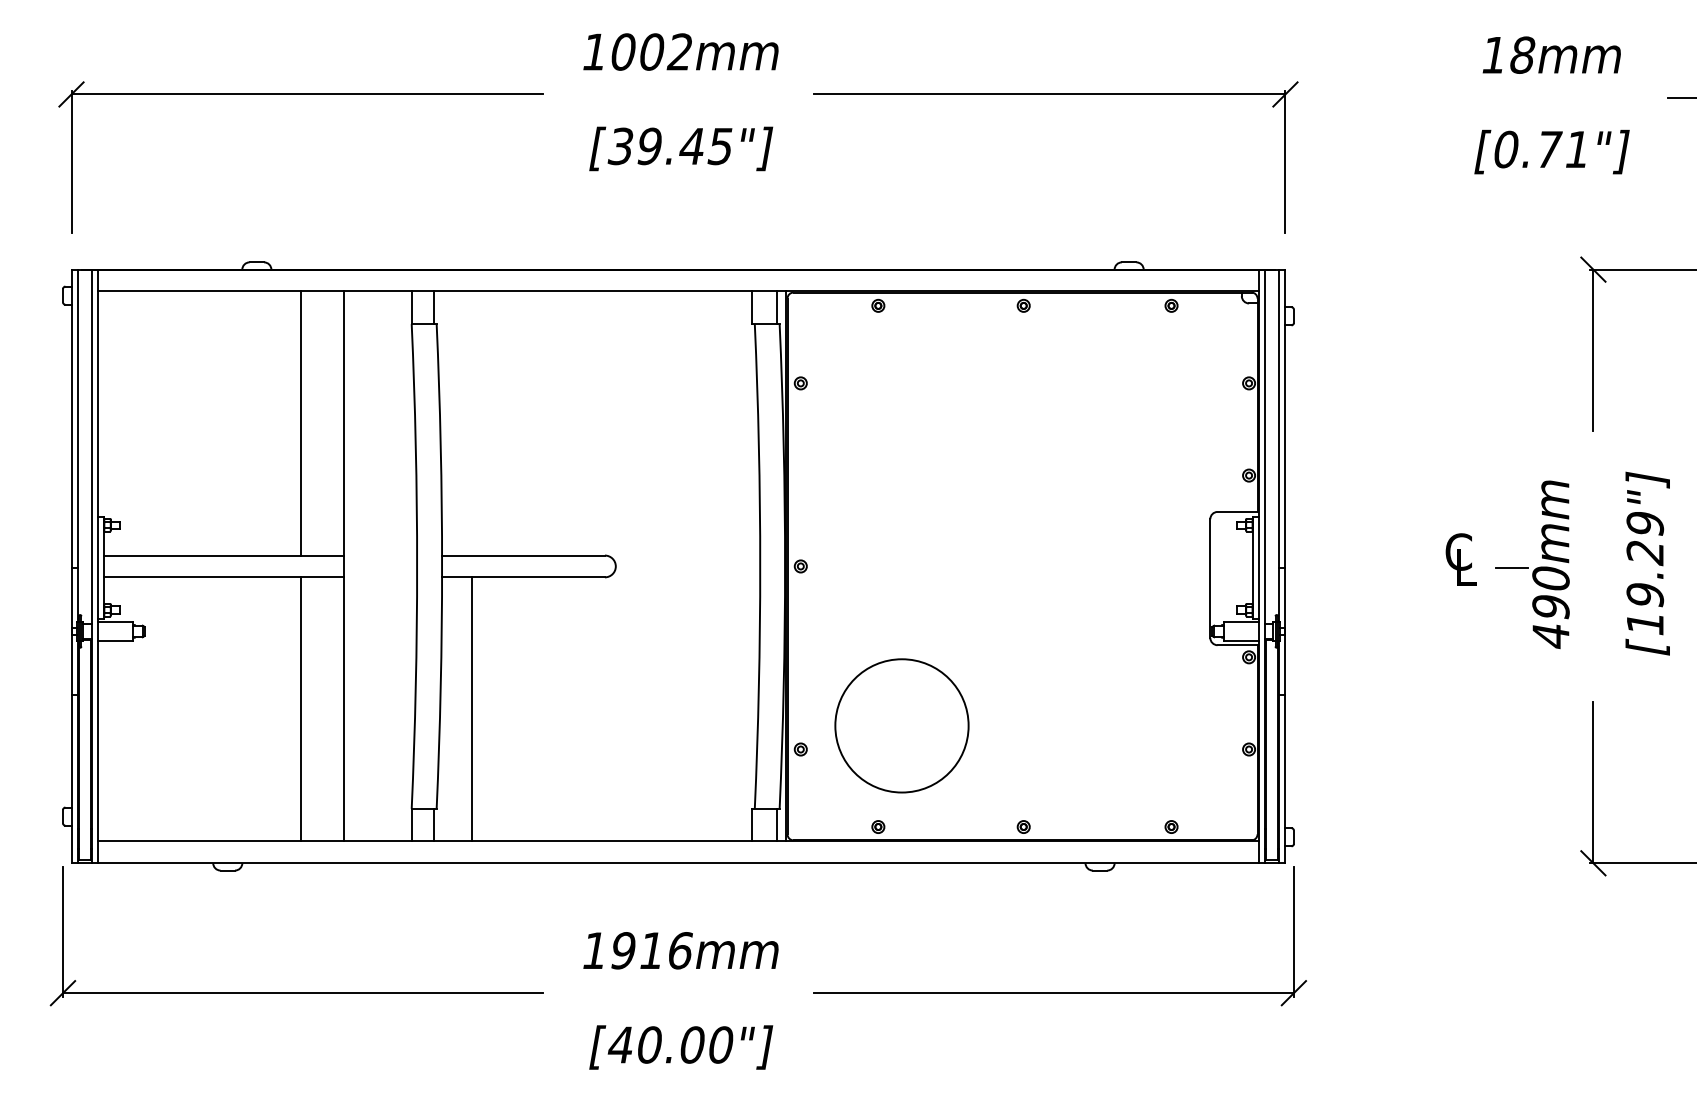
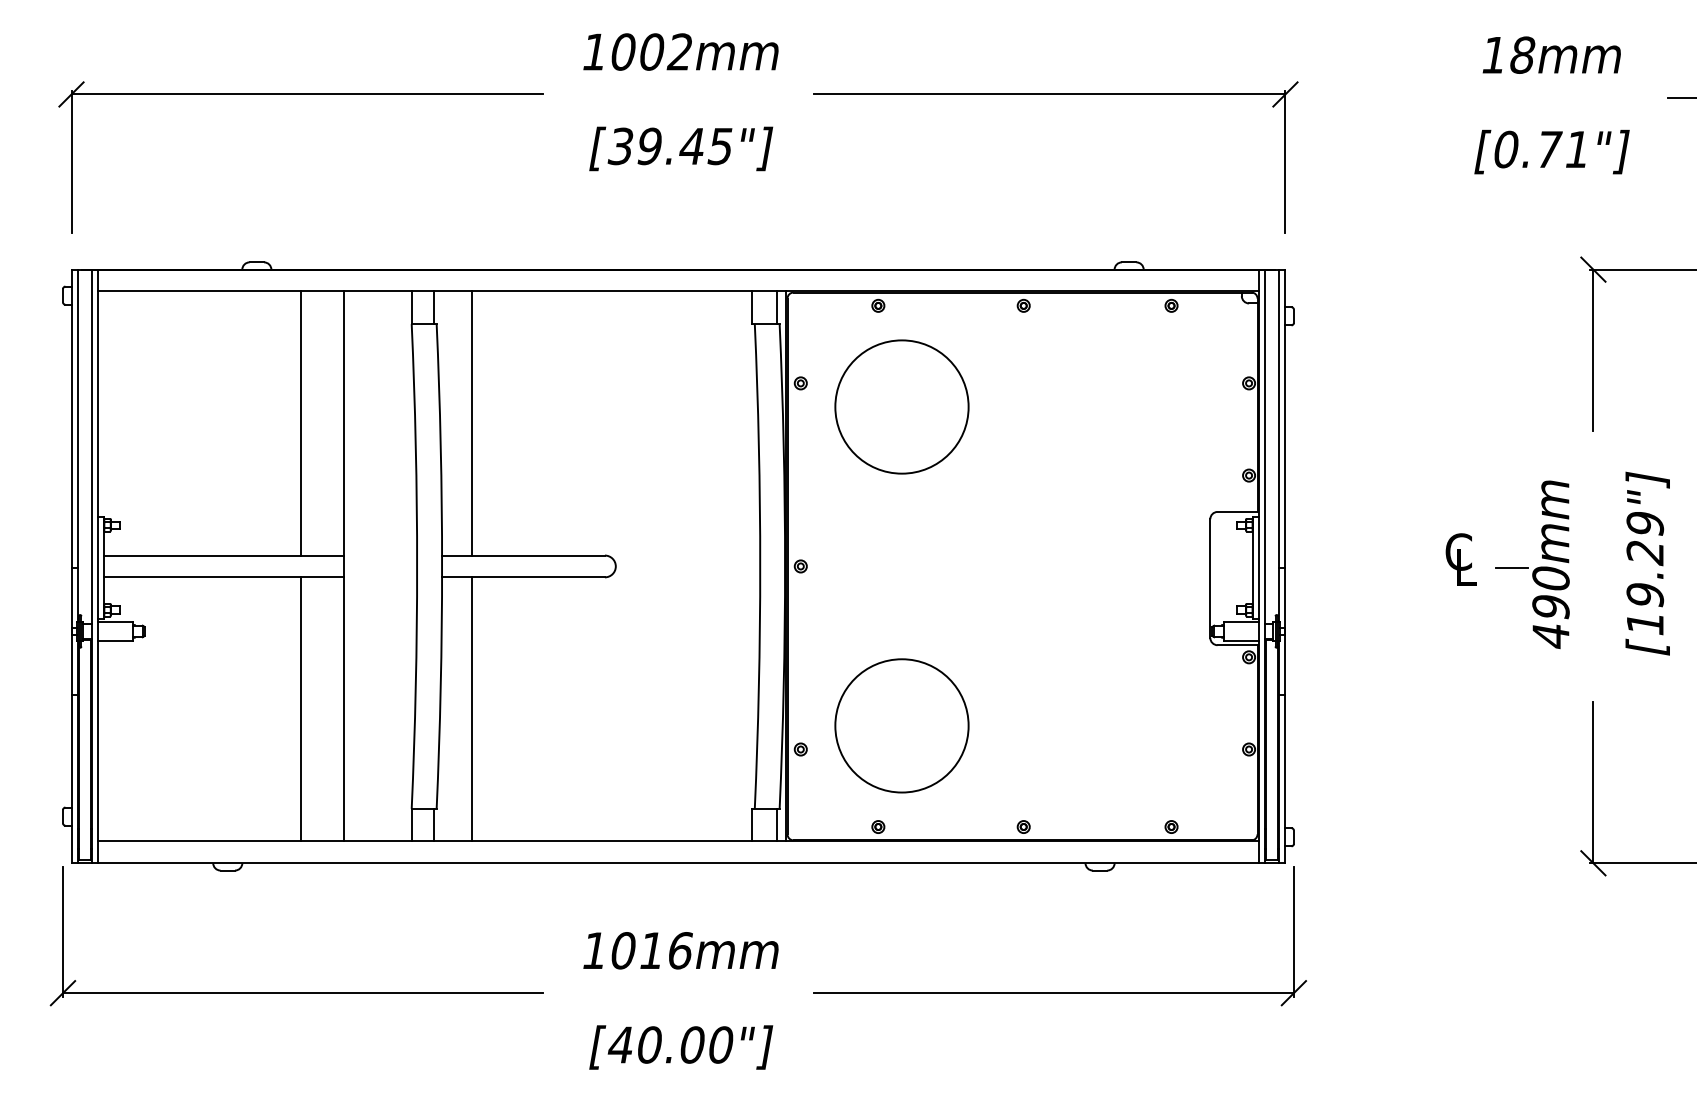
circle at (901, 406): none -> present
line at (471, 423): none -> present
text at (623, 950): 1916mm -> 1016mm
